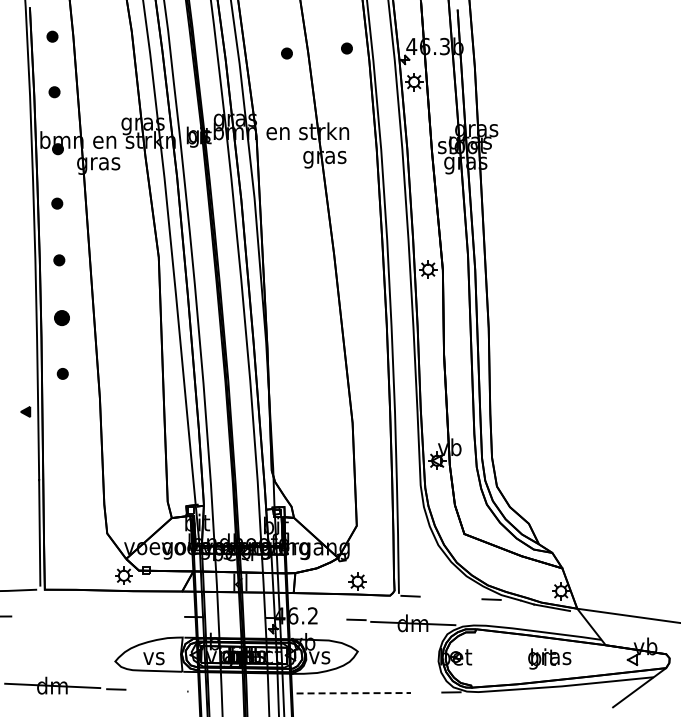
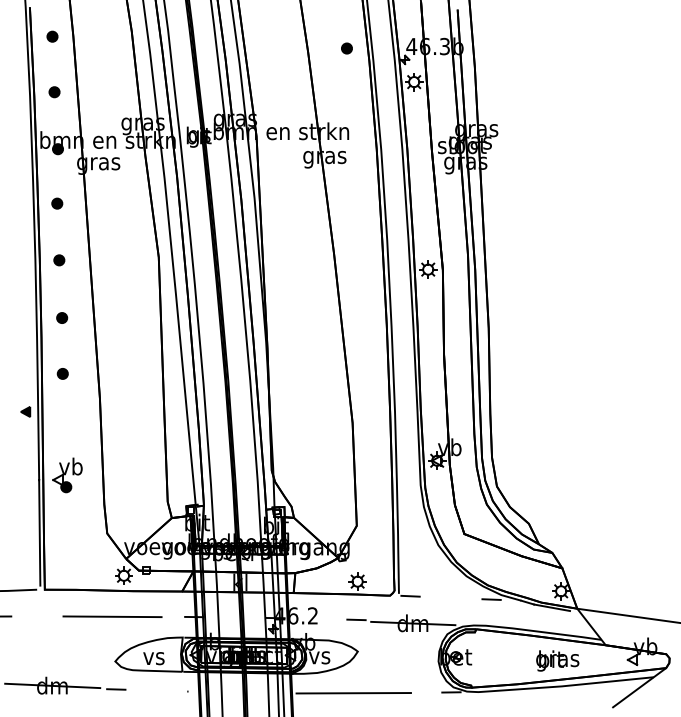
part at (286, 53): present -> none
part at (61, 317) size: 16x16 px -> 13x12 px
part at (67, 475): none -> present
line at (112, 616): none -> present
text at (549, 658) position: (549, 658) -> (557, 660)
line at (354, 693): dashed -> solid
